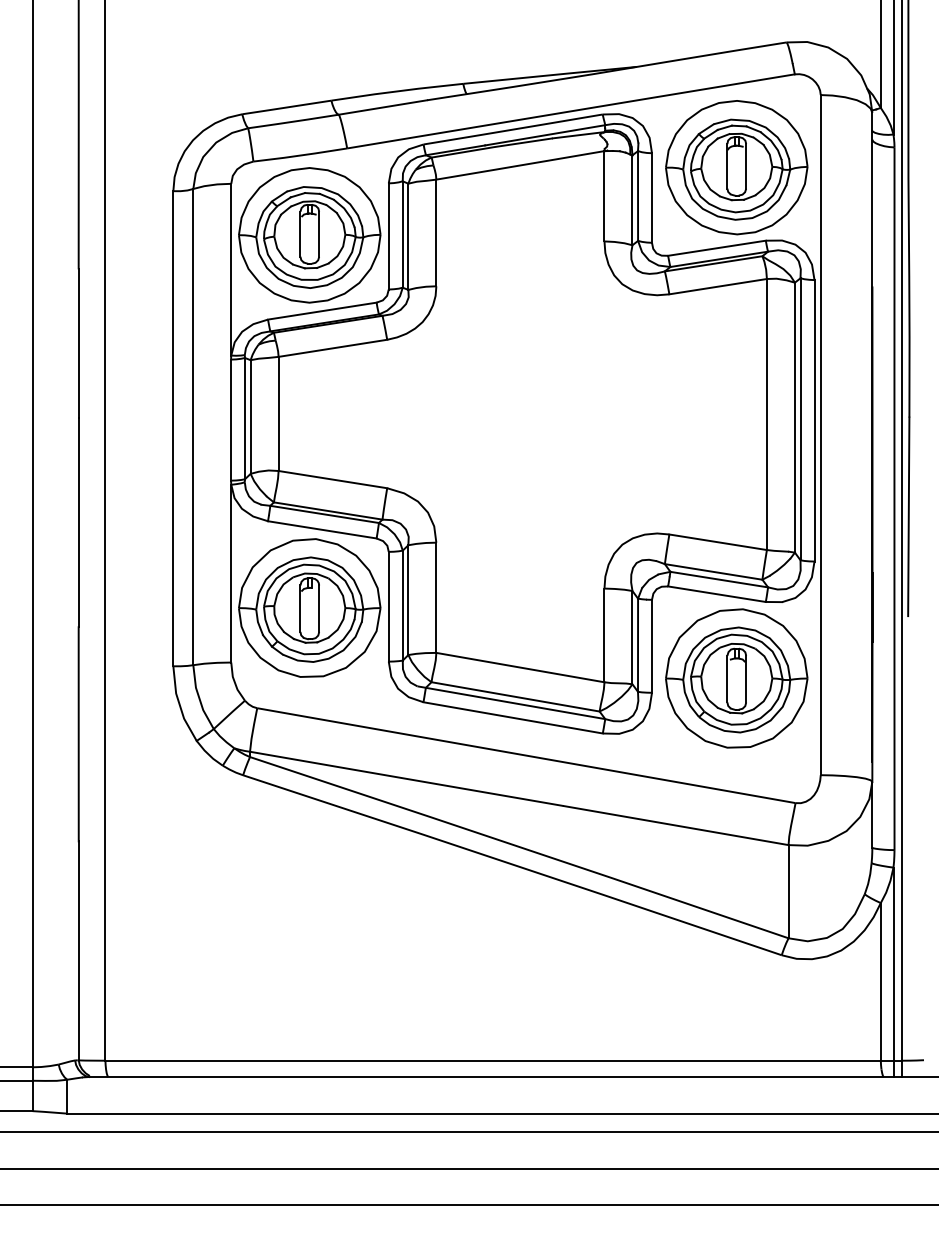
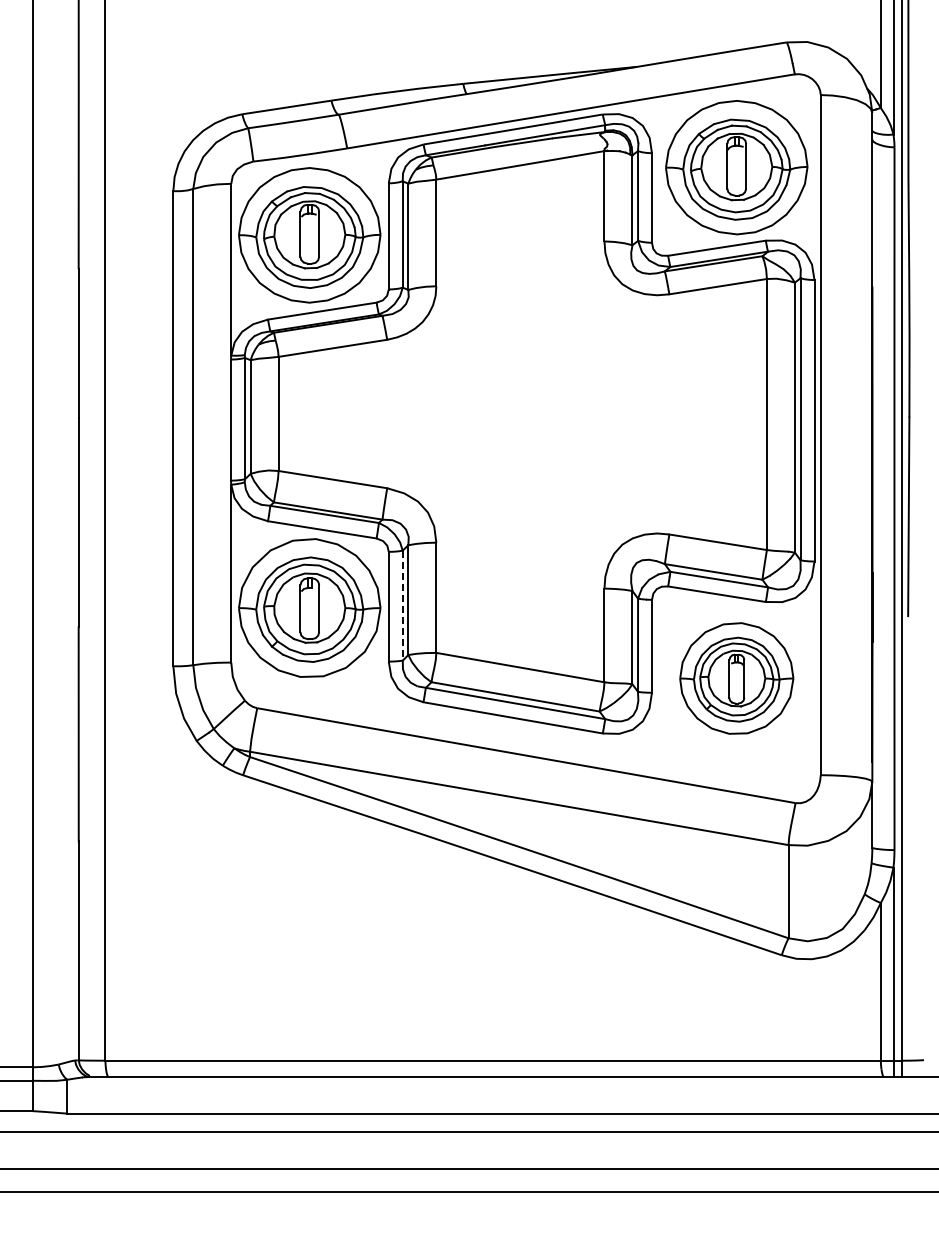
line at (402, 605): solid -> dashed
part at (736, 678) size: 144x141 px -> 116x113 px
line at (468, 1205) position: (468, 1205) -> (468, 1192)
